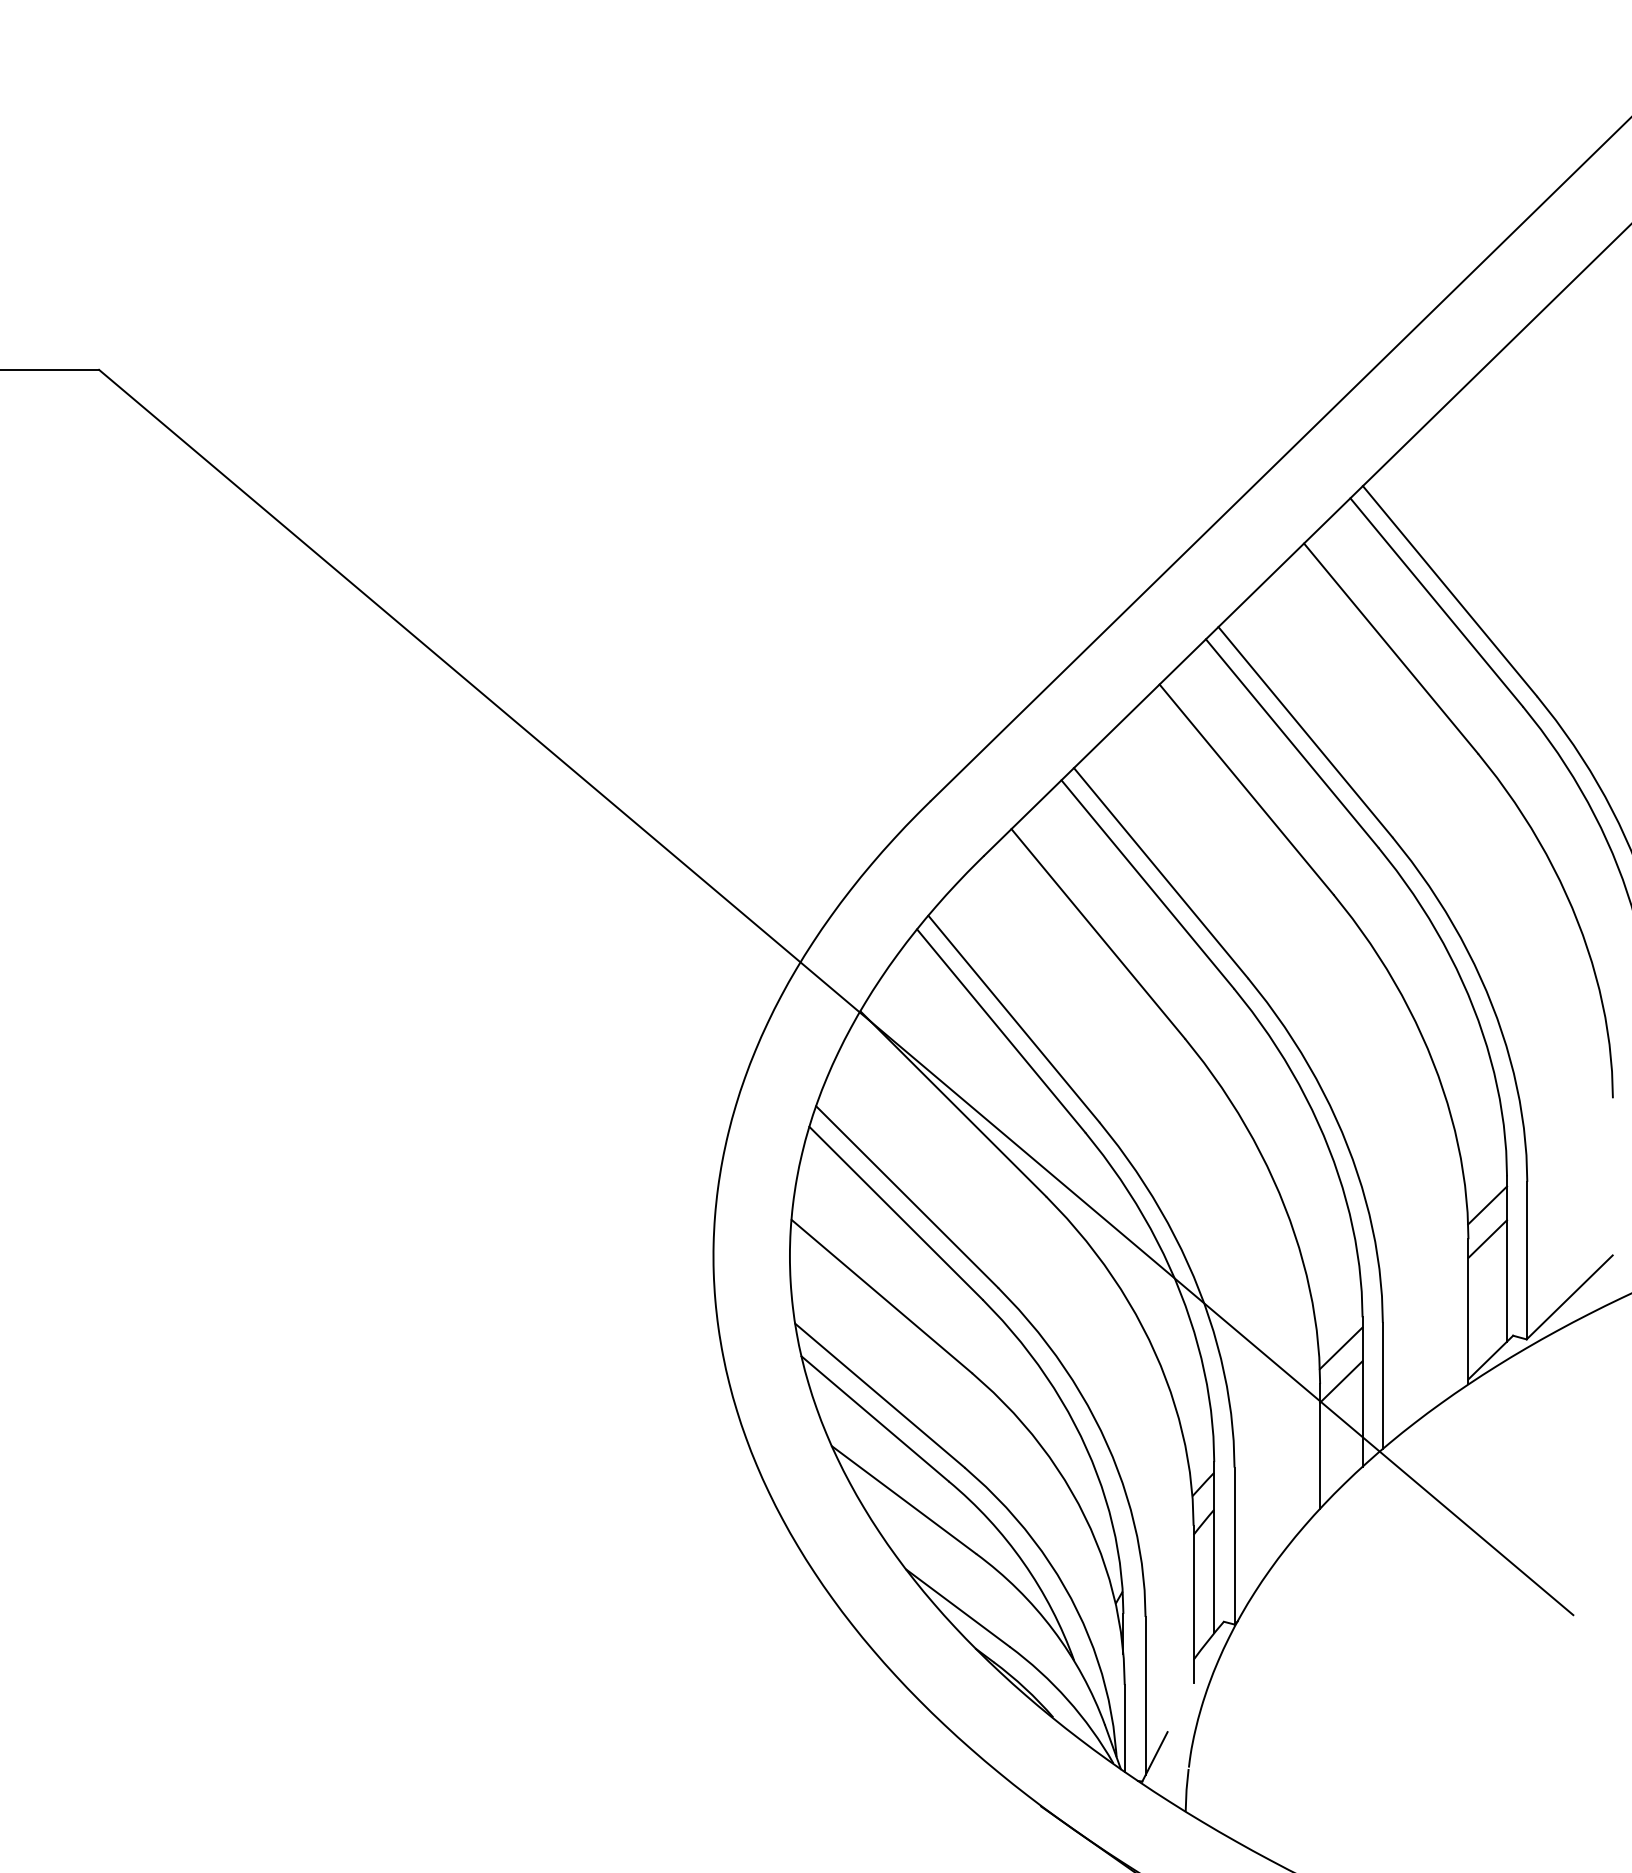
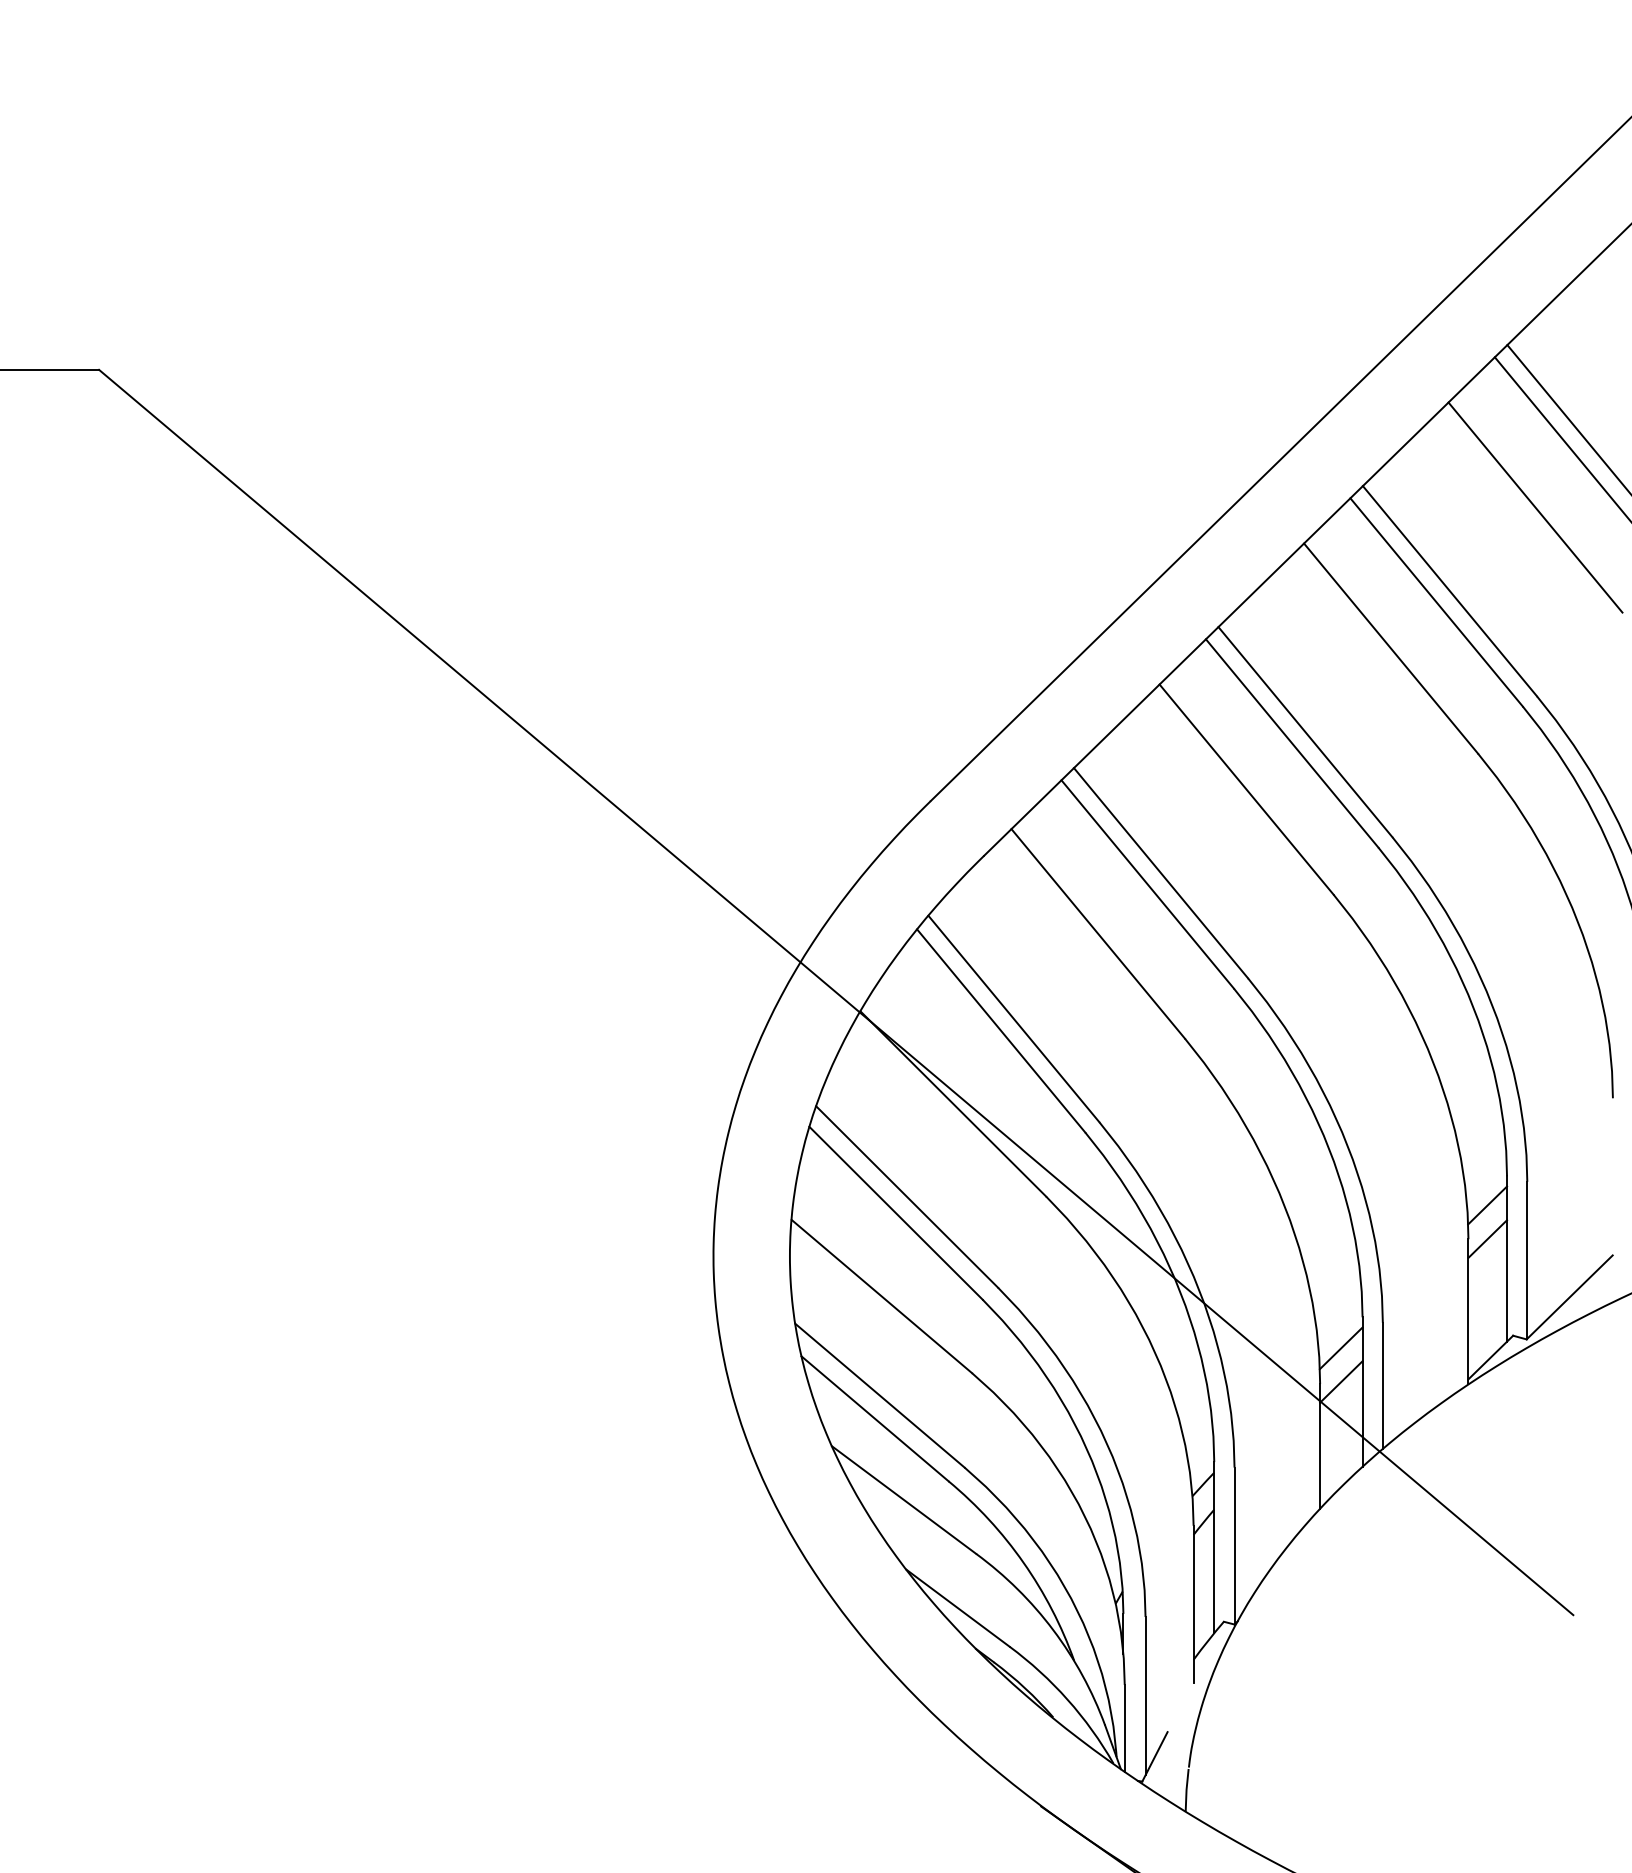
line at (1567, 418): none -> present
line at (1561, 438): none -> present
line at (1535, 507): none -> present
